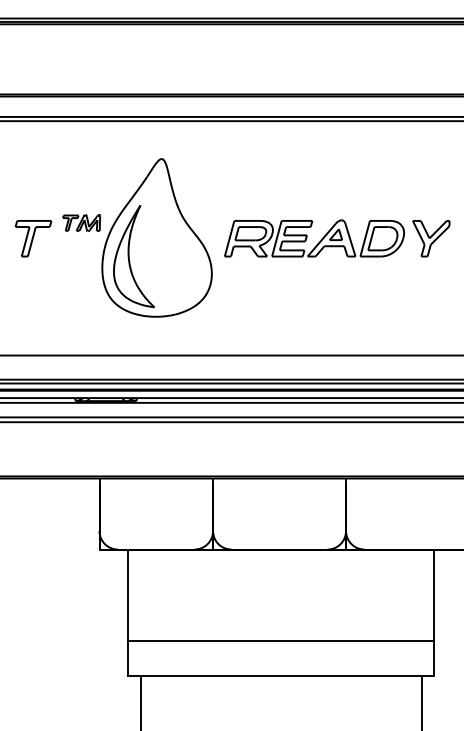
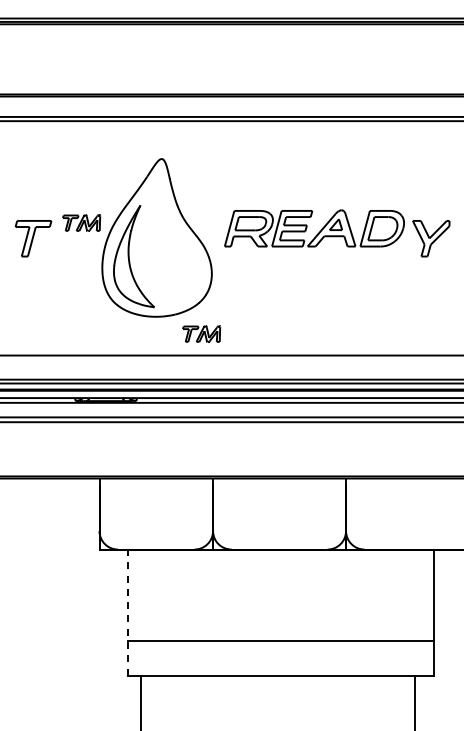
part at (314, 238) position: (314, 238) -> (314, 228)
part at (201, 333): none -> present
line at (127, 612): solid -> dashed
line at (421, 701) position: (421, 701) -> (414, 701)
